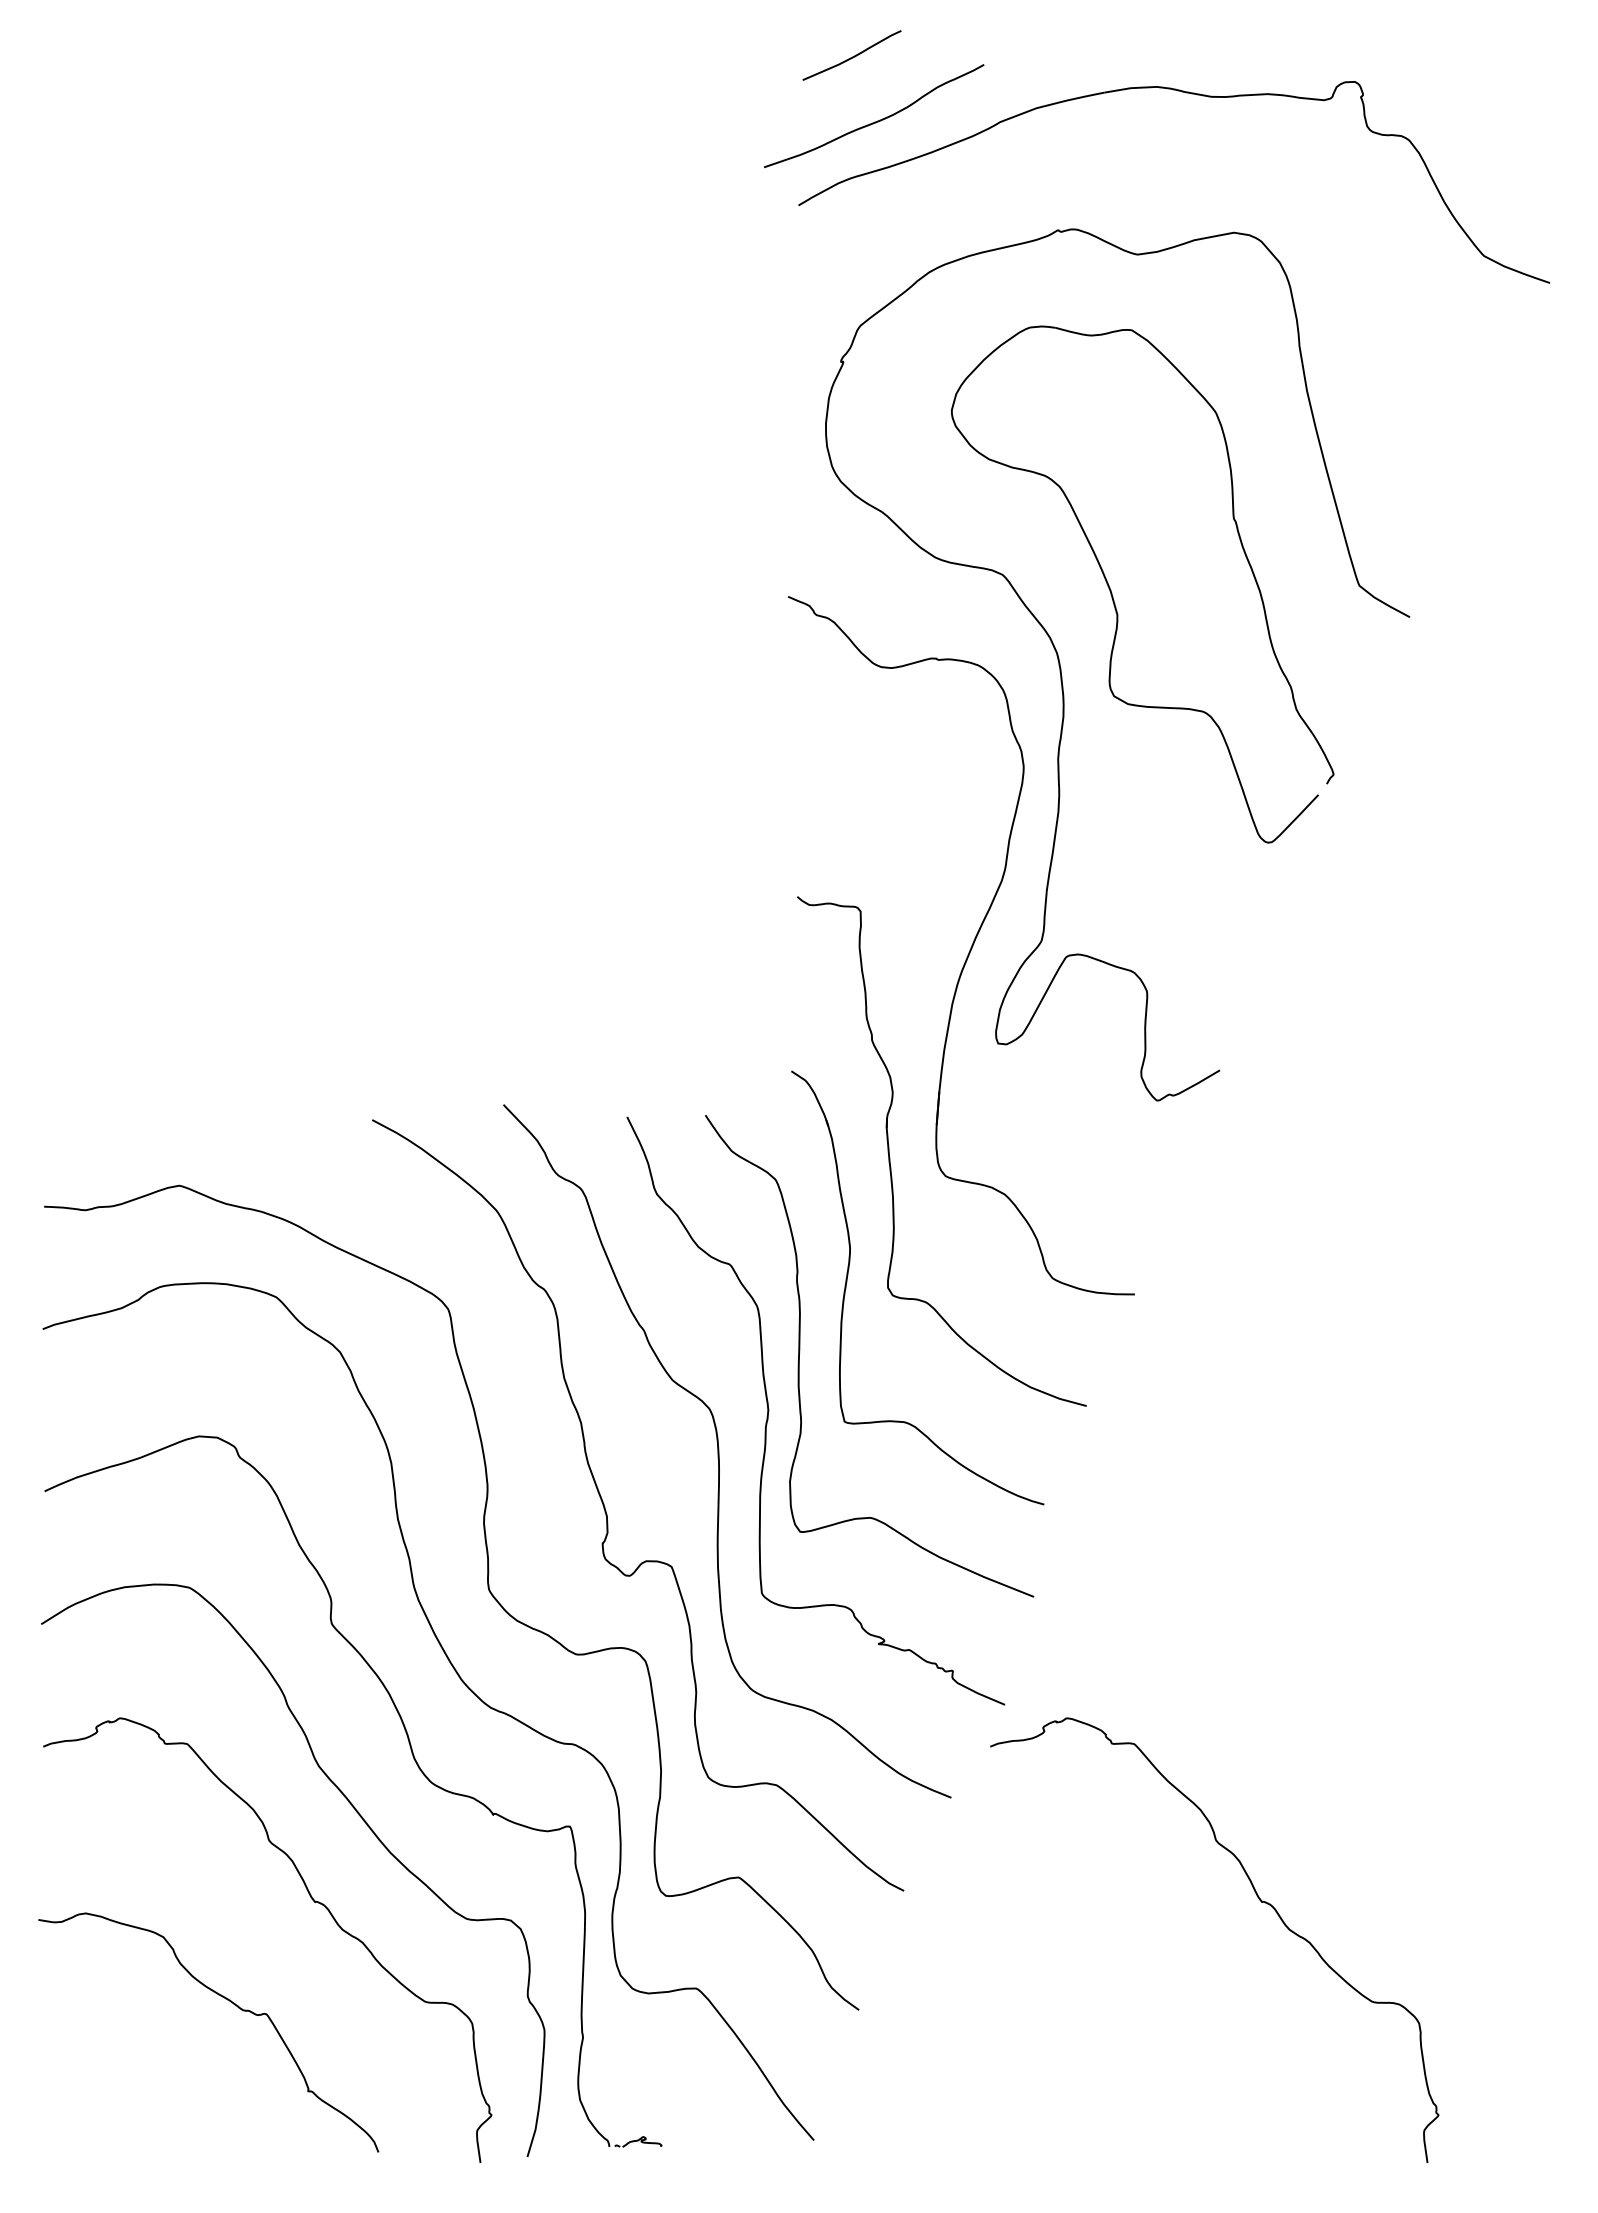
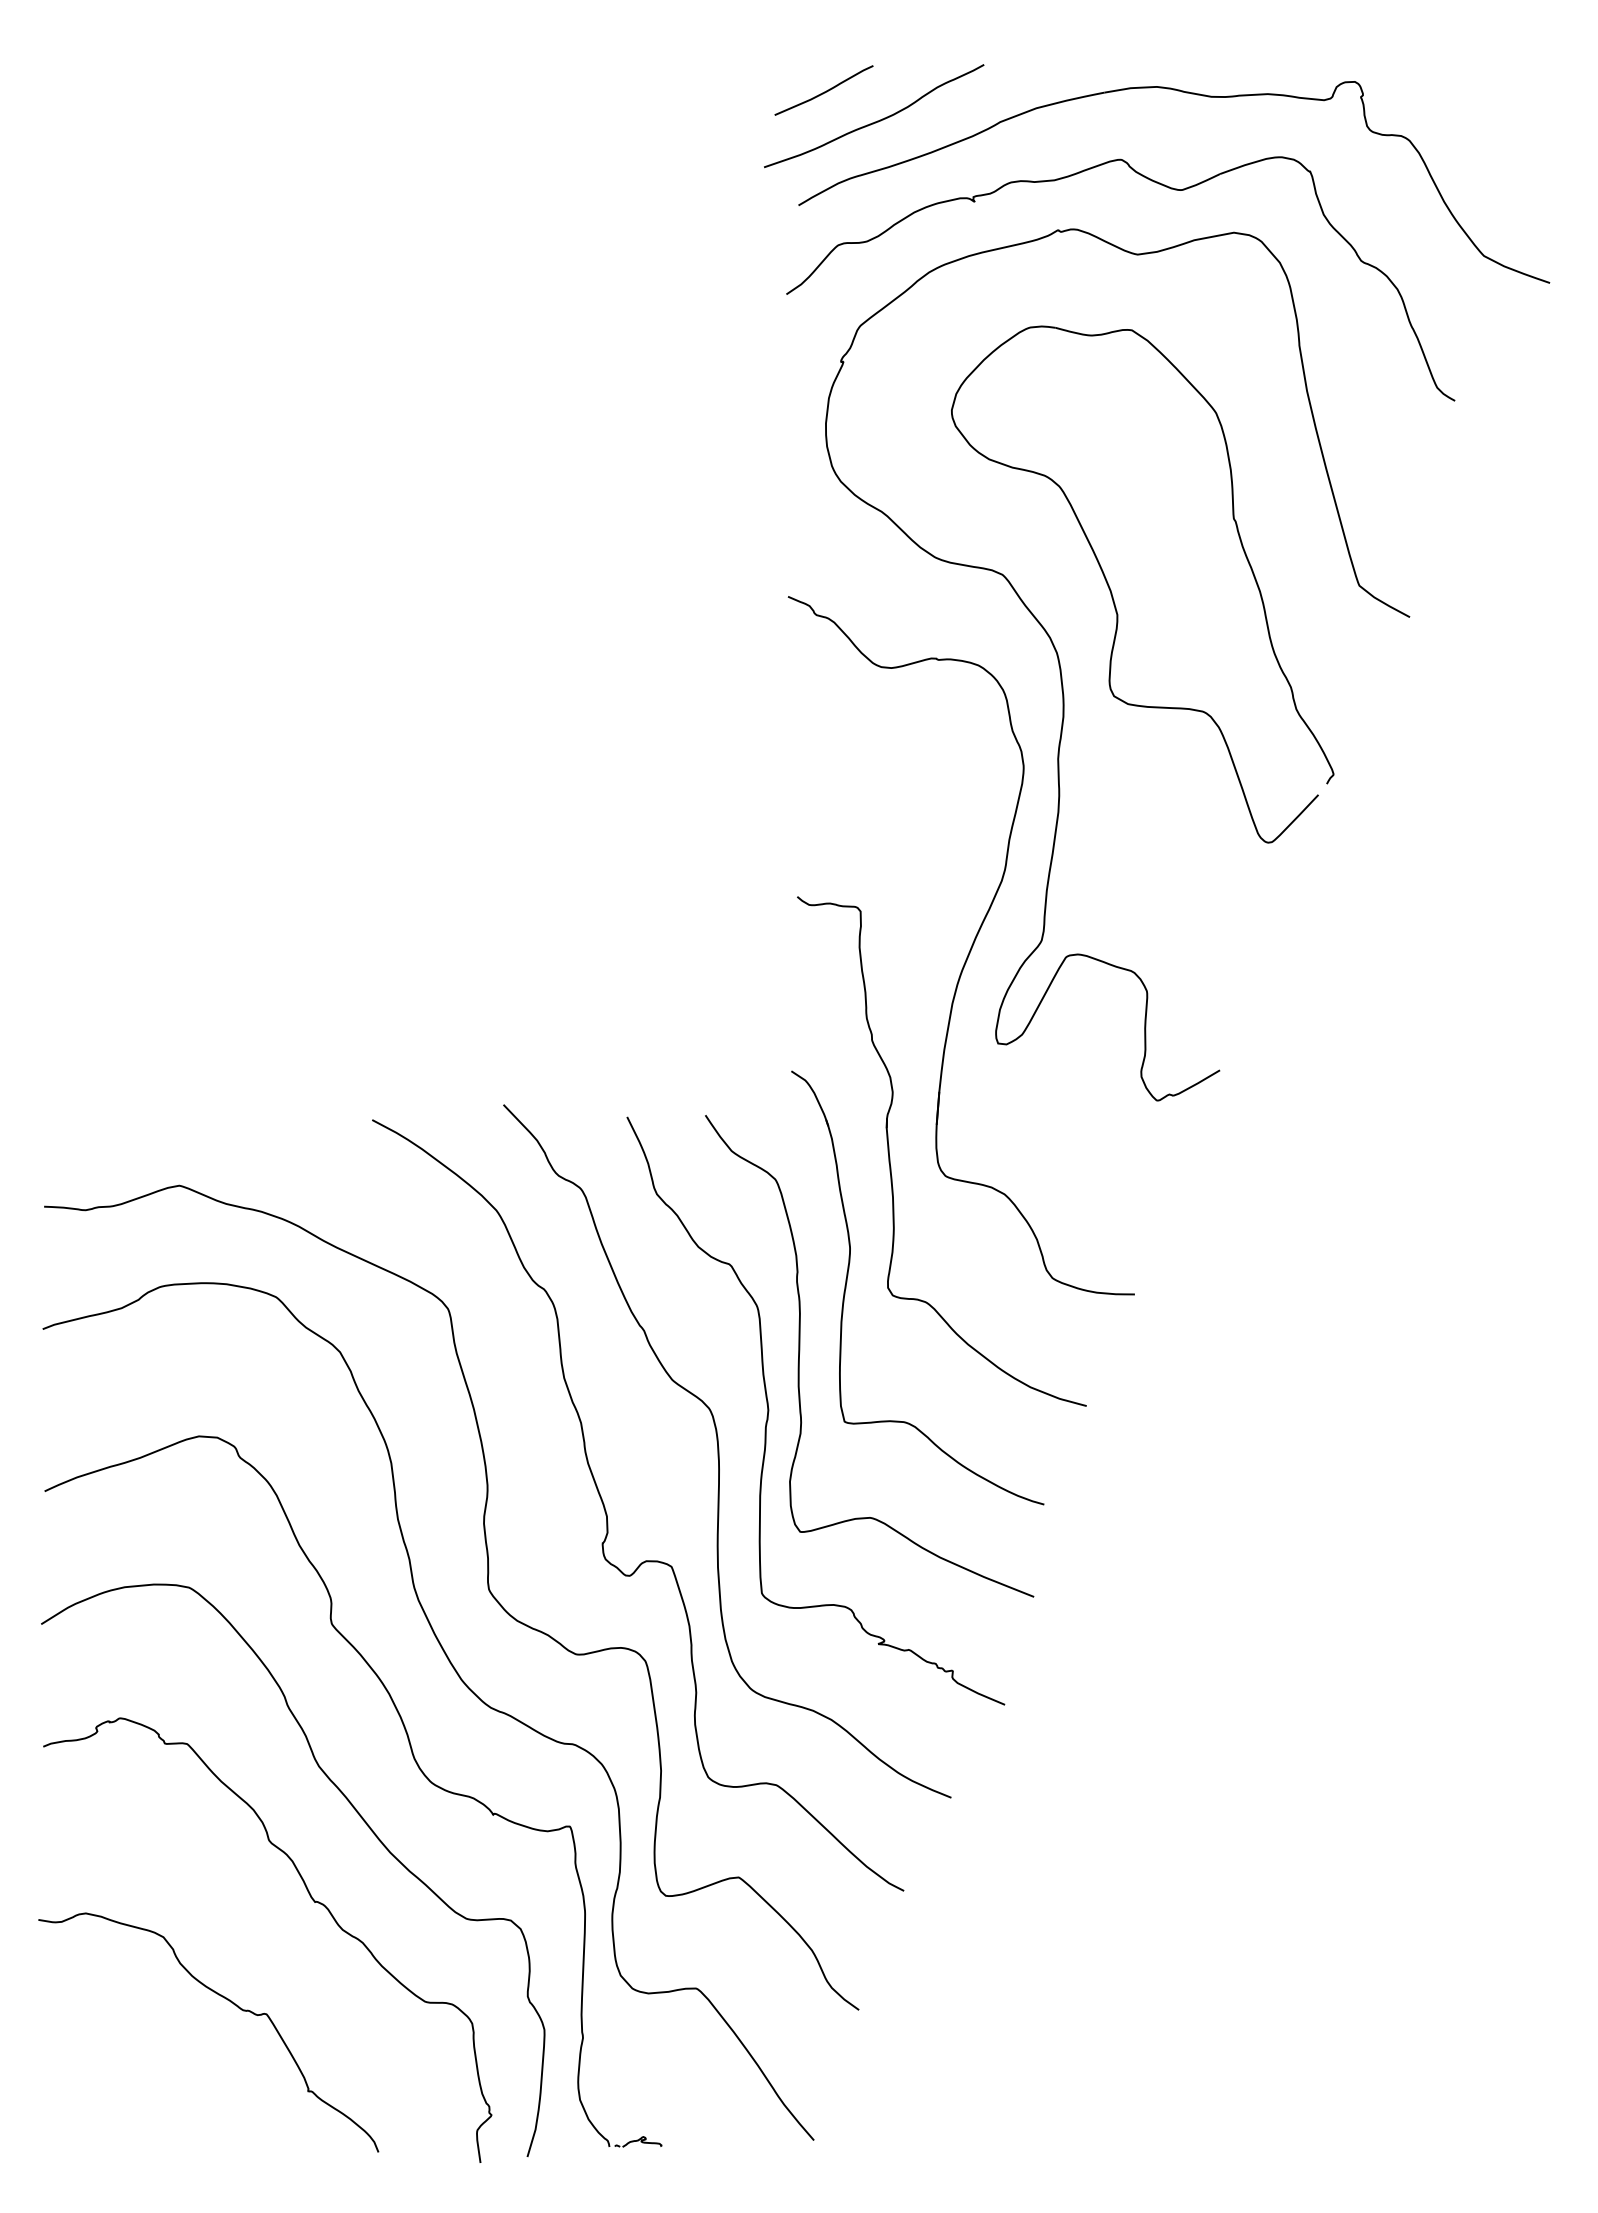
curve at (852, 56) position: (852, 56) -> (824, 91)
part at (1158, 184): none -> present
curve at (1258, 1899): present -> none
